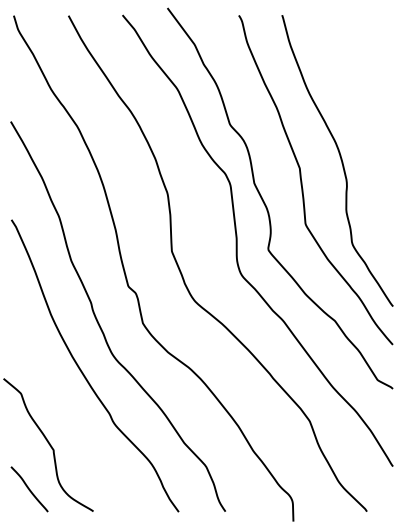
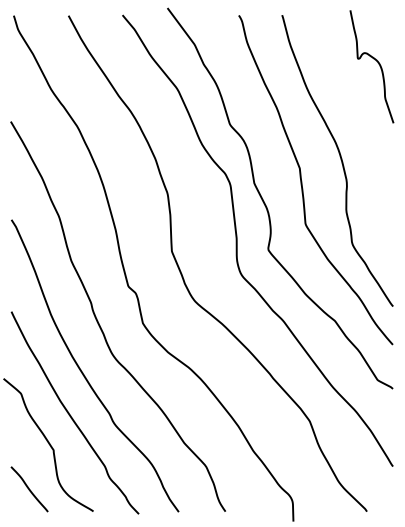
curve at (376, 61): none -> present
curve at (71, 415): none -> present
